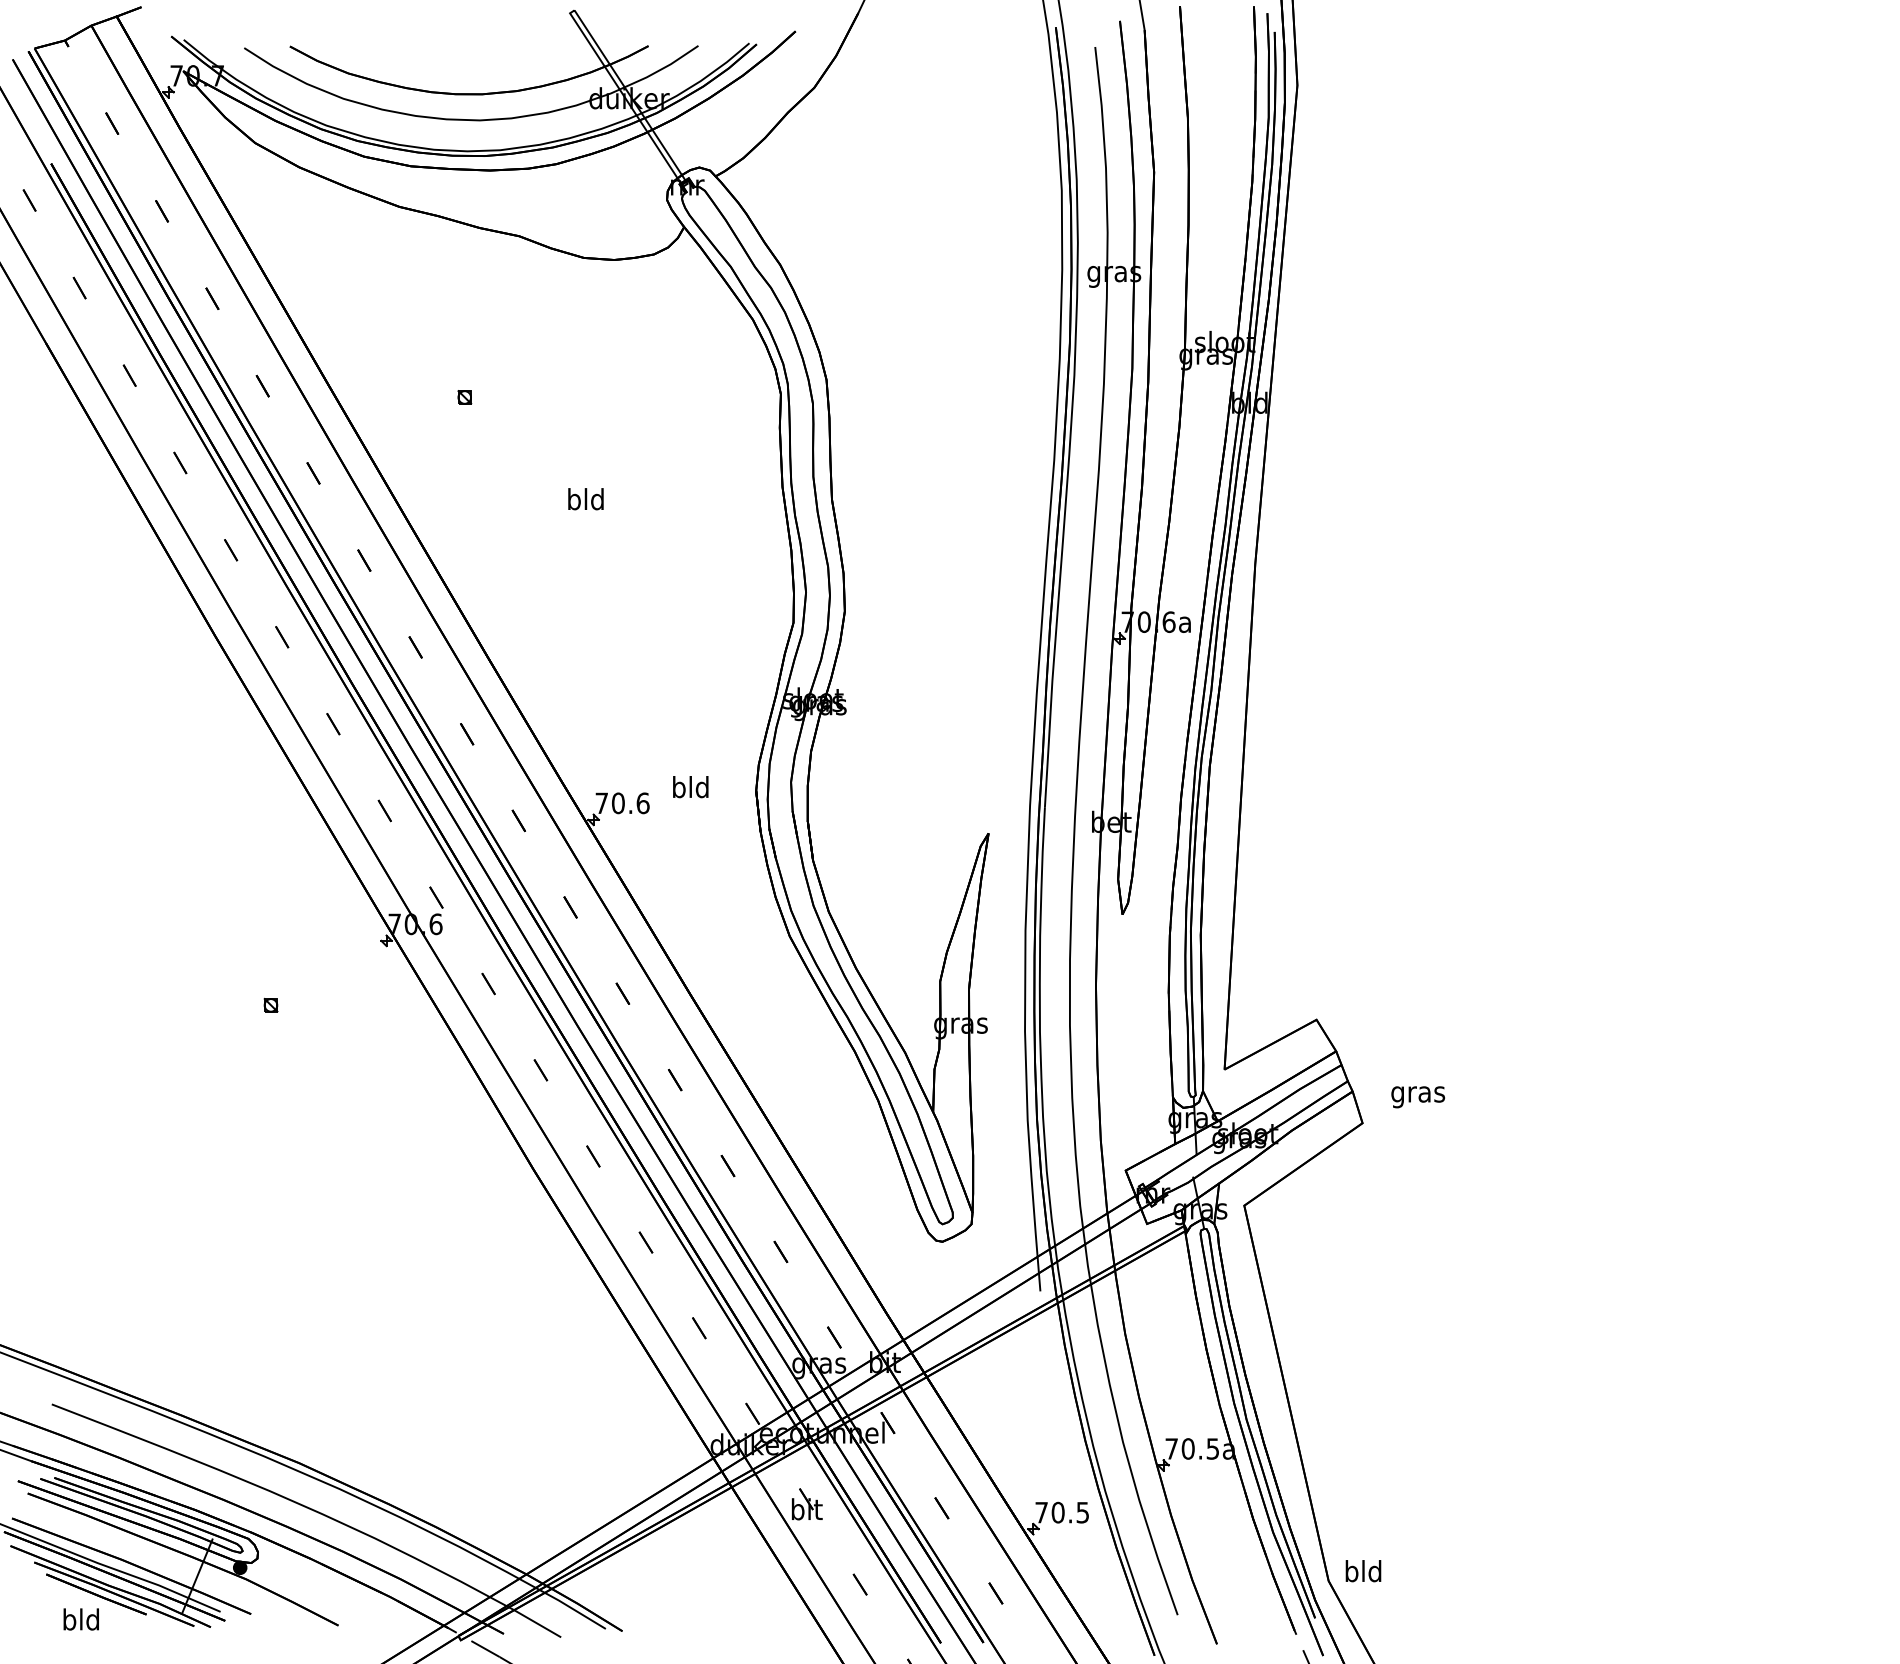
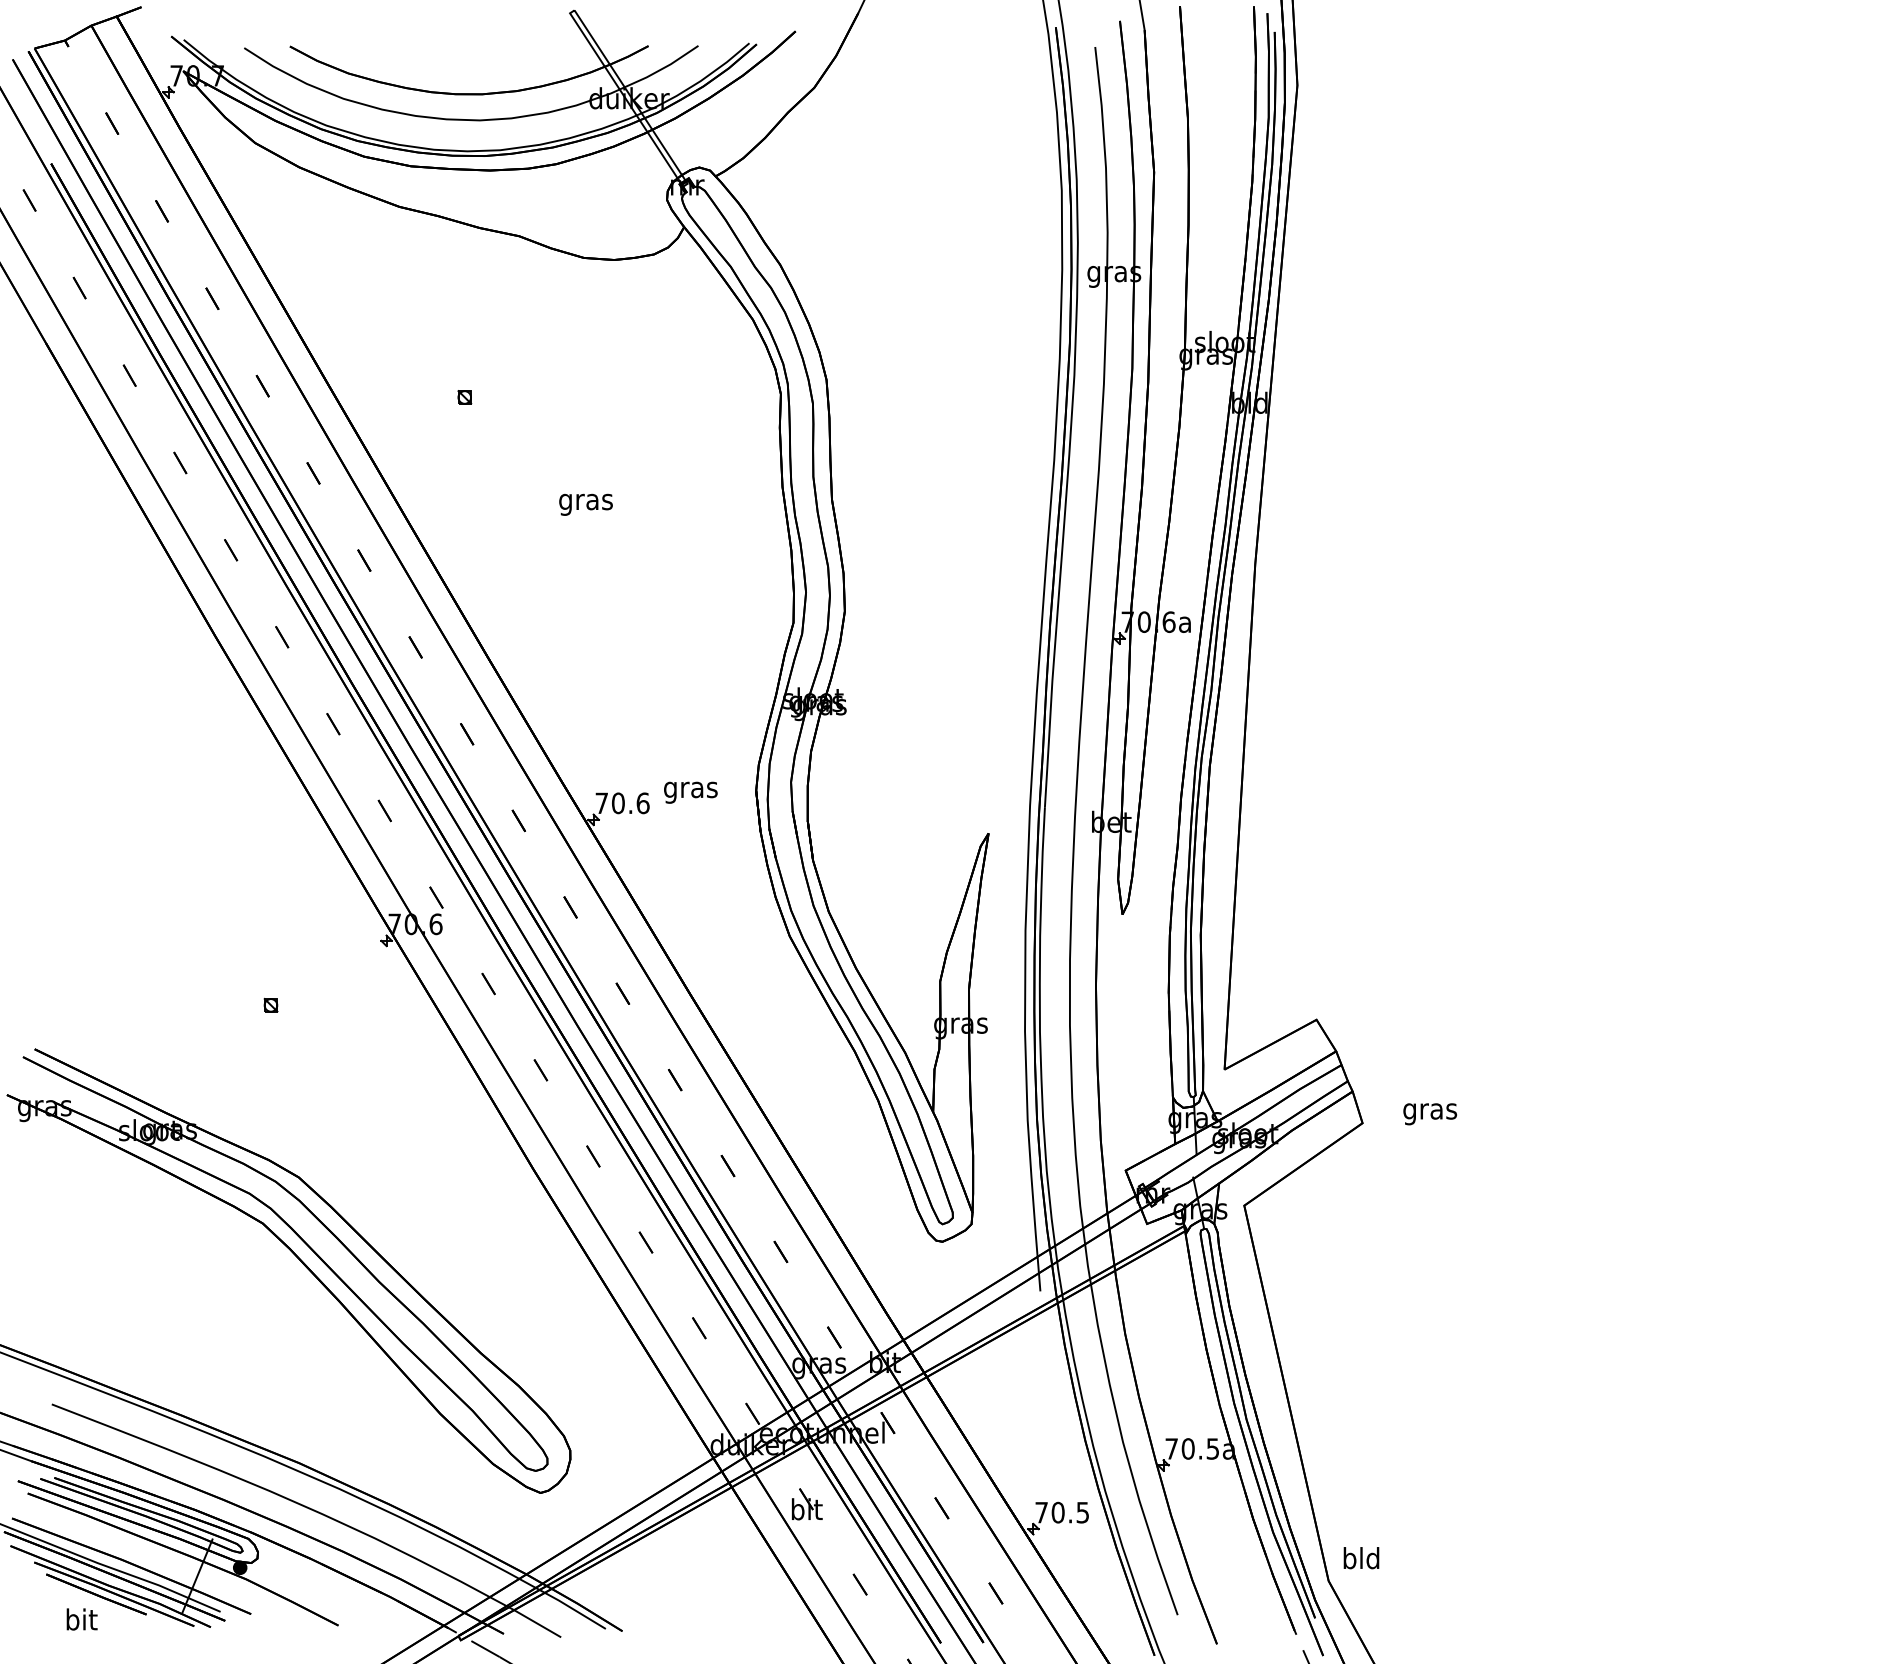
text at (585, 501): bld -> gras
text at (690, 789): bld -> gras
text at (1417, 1097) position: (1417, 1097) -> (1429, 1114)
part at (298, 1259): none -> present
text at (1363, 1571) position: (1363, 1571) -> (1361, 1558)
text at (80, 1619): bld -> bit
